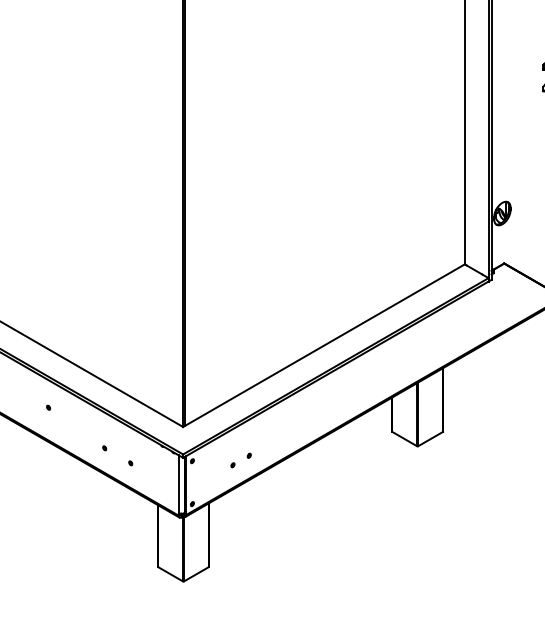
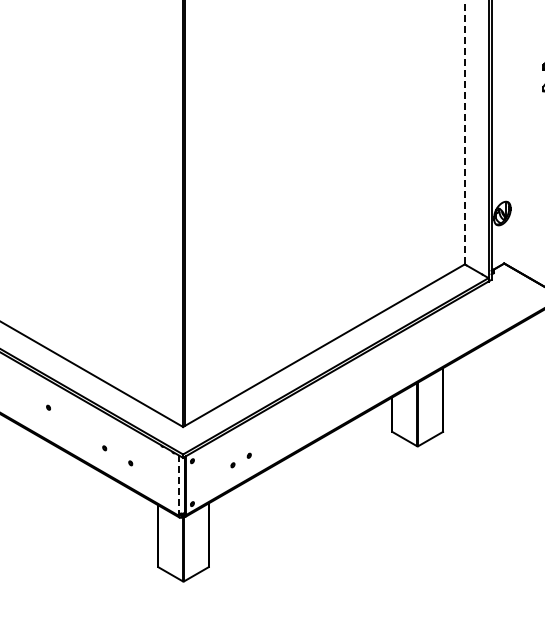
line at (464, 132): solid -> dashed
line at (178, 484): solid -> dashed
